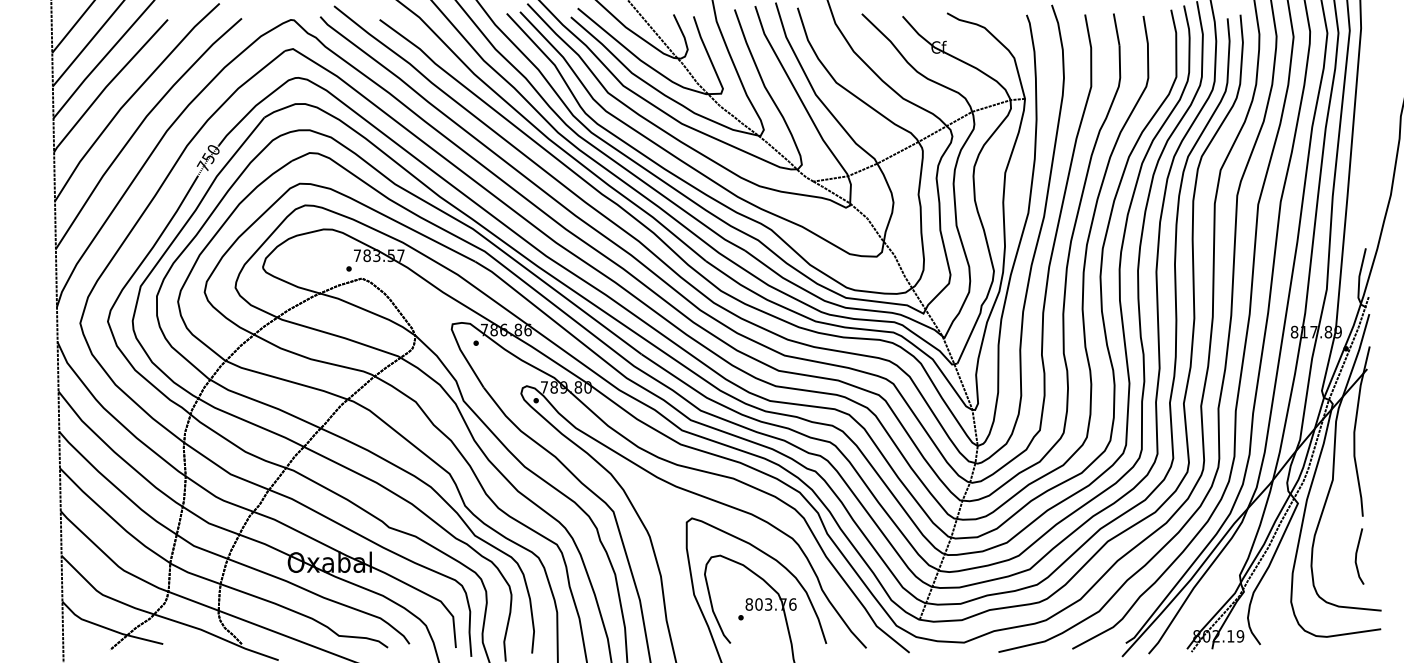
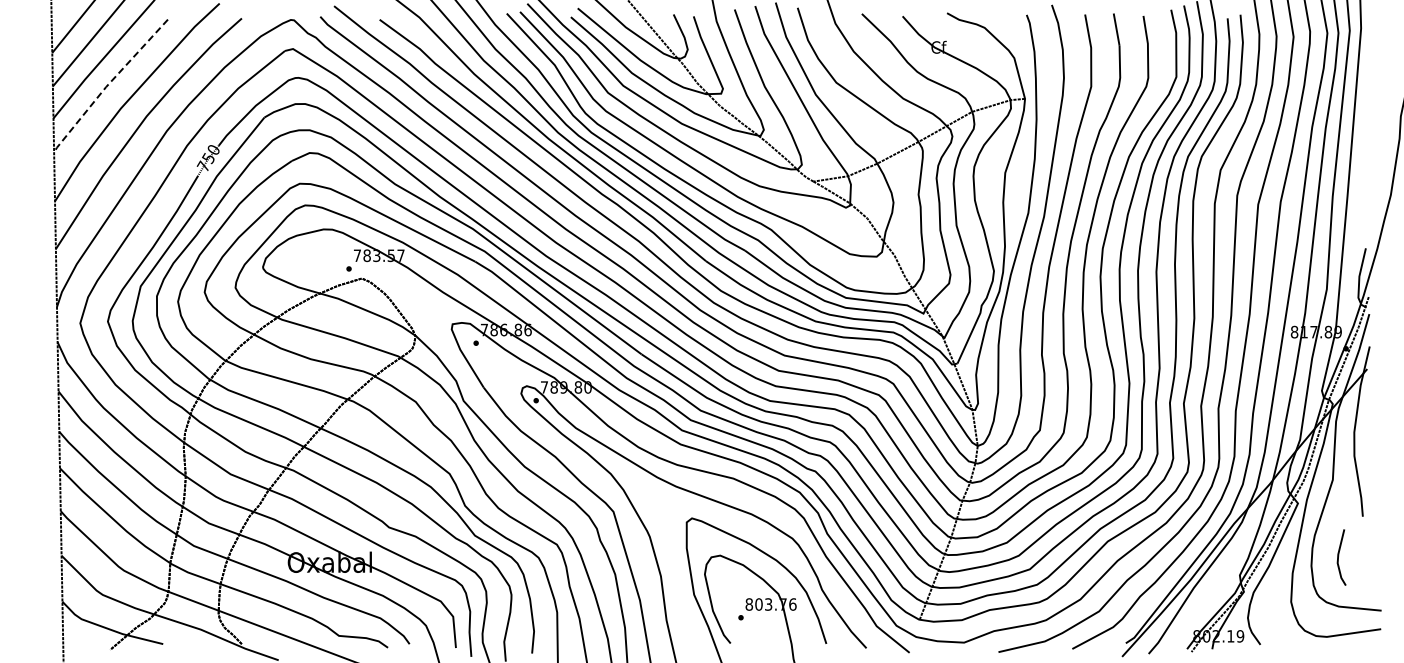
line at (107, 85): solid -> dashed
line at (1357, 555) position: (1357, 555) -> (1339, 556)
